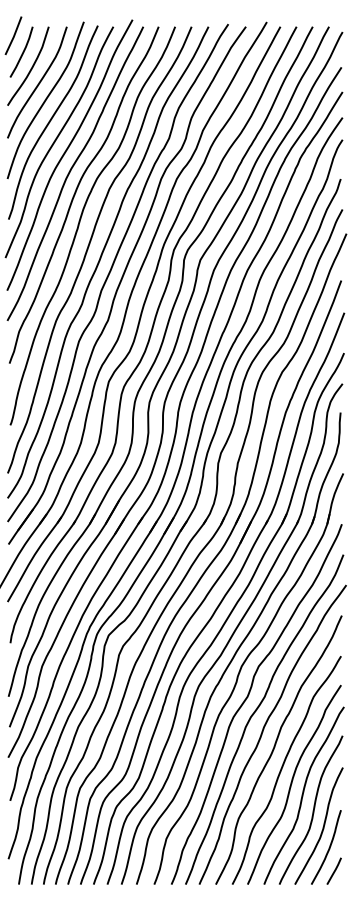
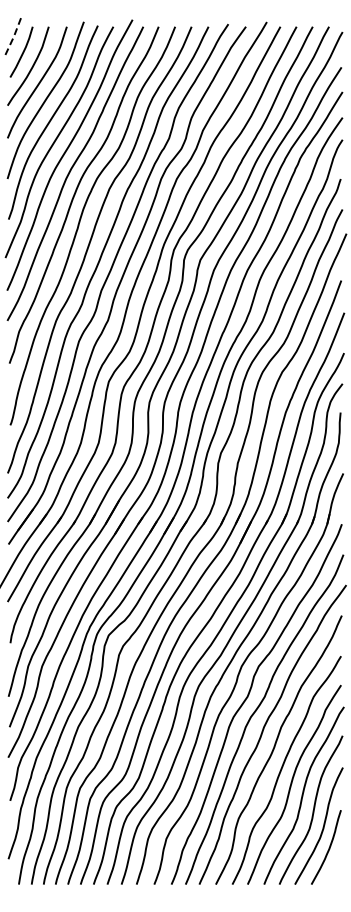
line at (14, 35): solid -> dashed
line at (334, 870): present -> none
